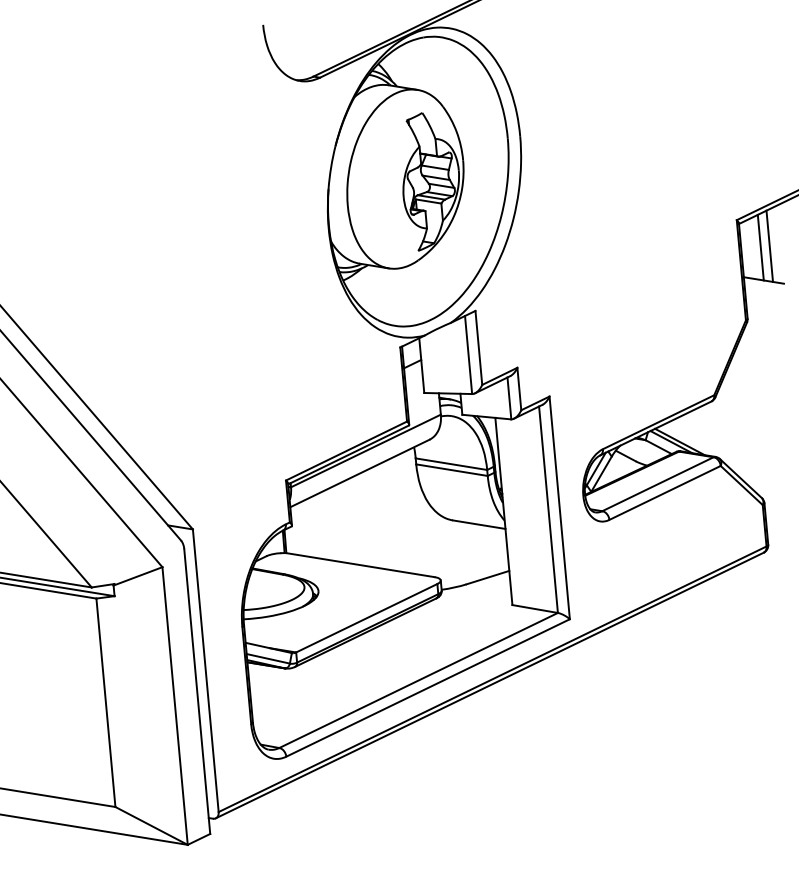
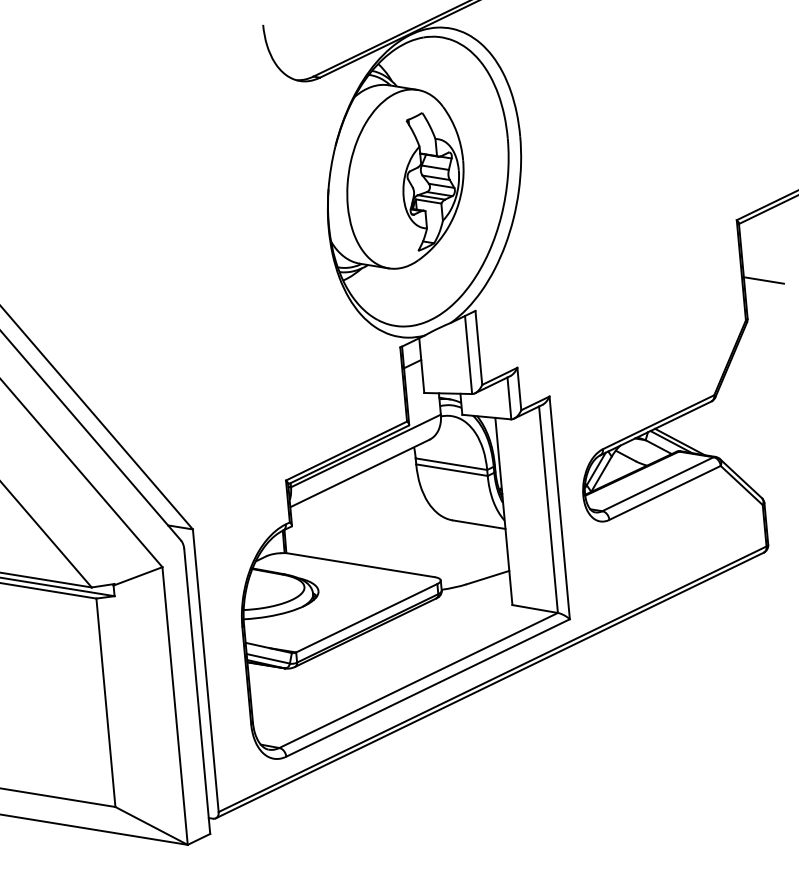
line at (769, 245): present -> none
line at (760, 247): present -> none
